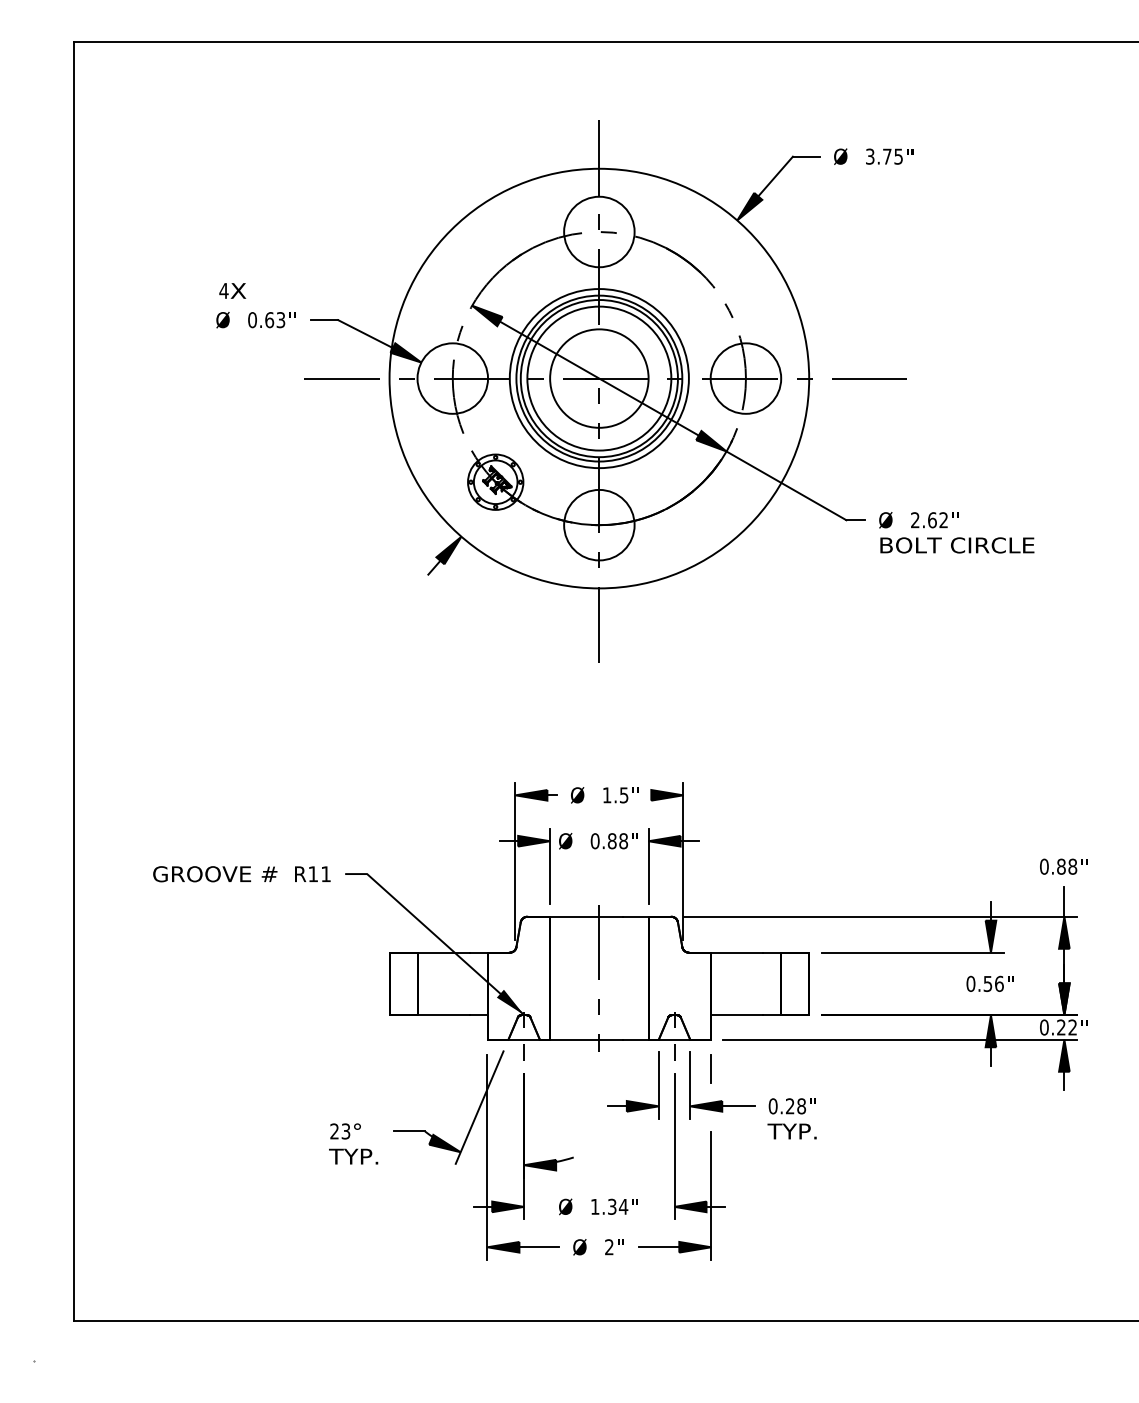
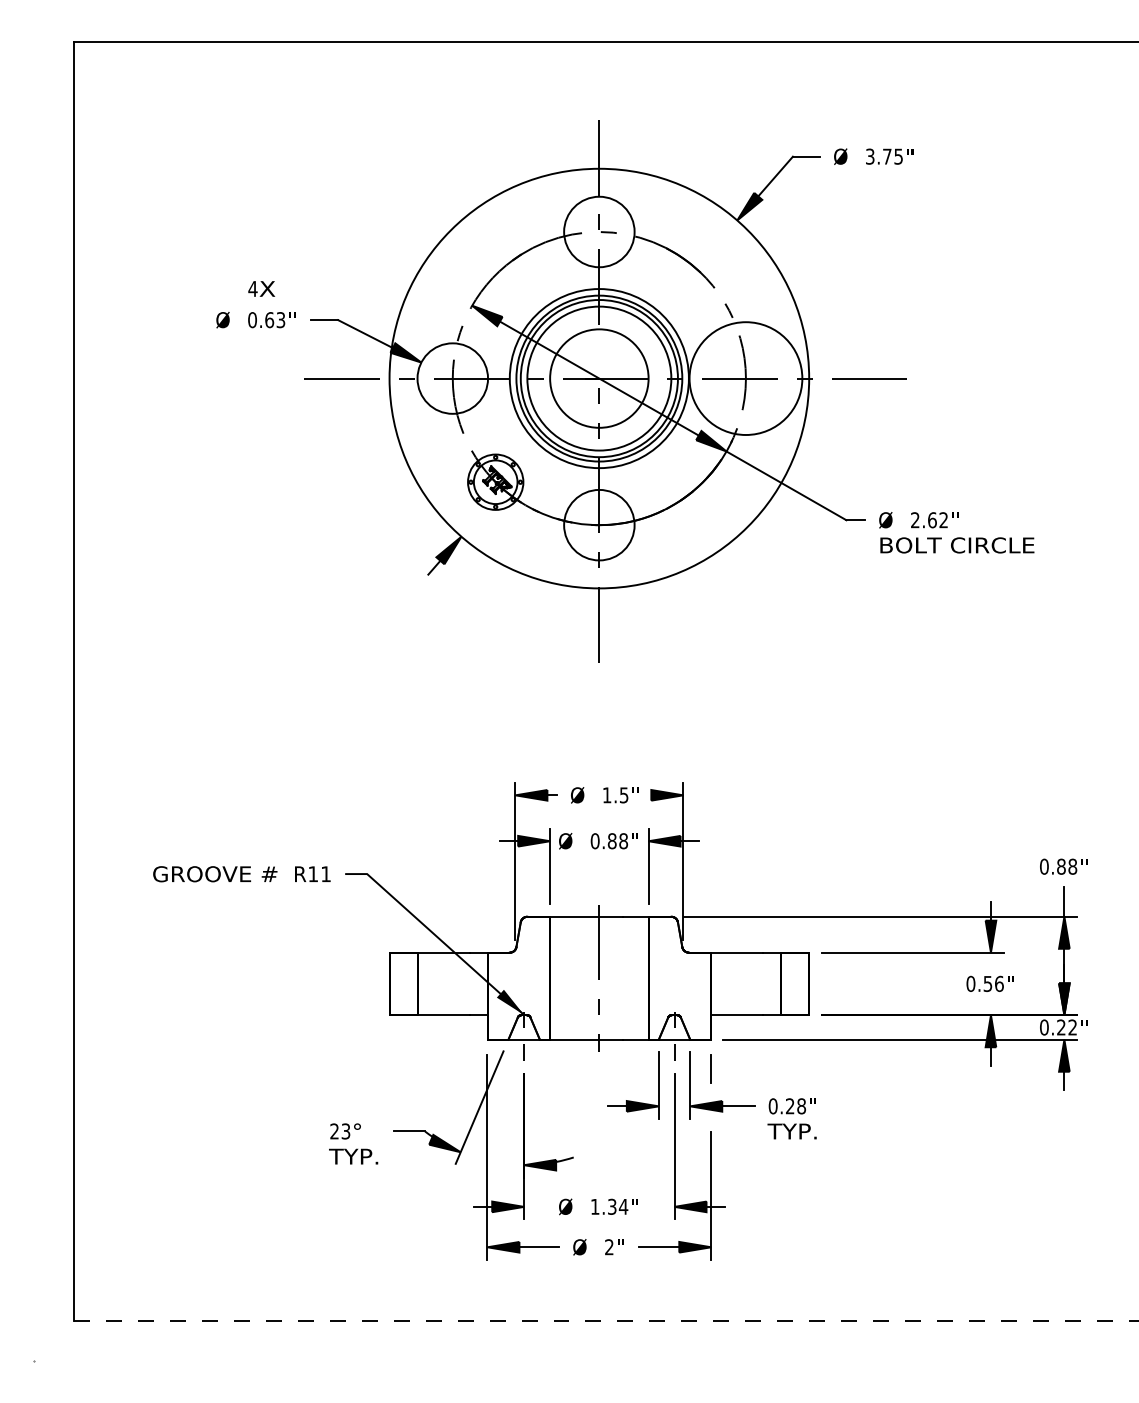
text at (232, 290) position: (232, 290) -> (261, 288)
circle at (745, 378) diameter: 70 px -> 113 px
line at (606, 1320): solid -> dashed
